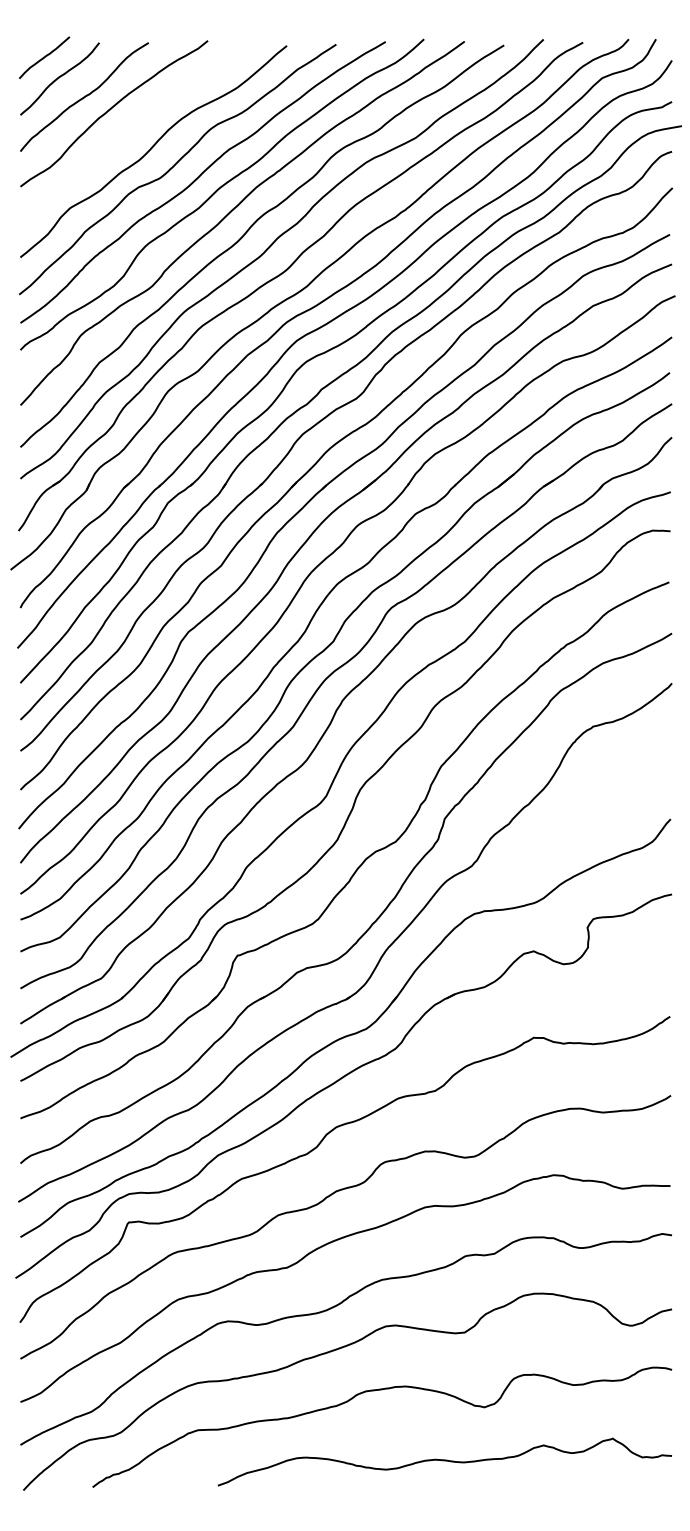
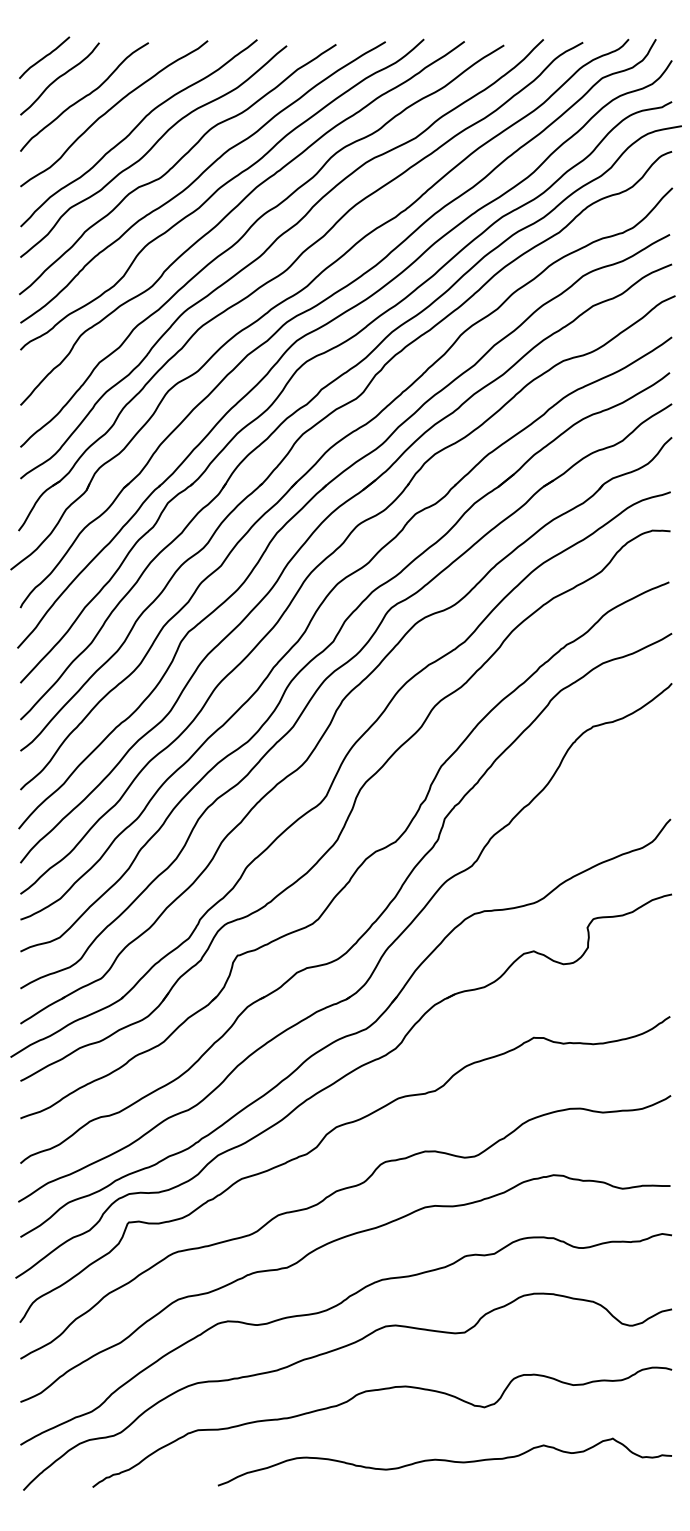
curve at (135, 129): none -> present
